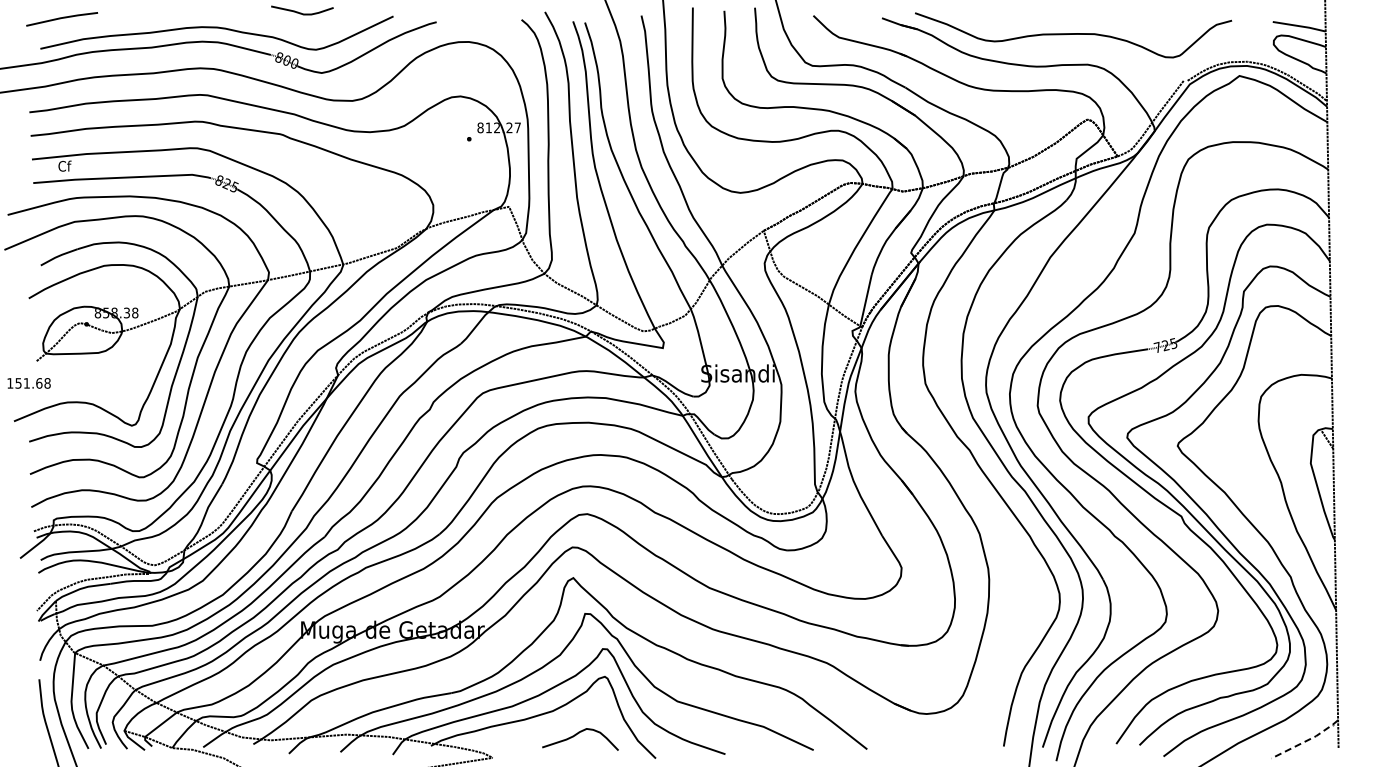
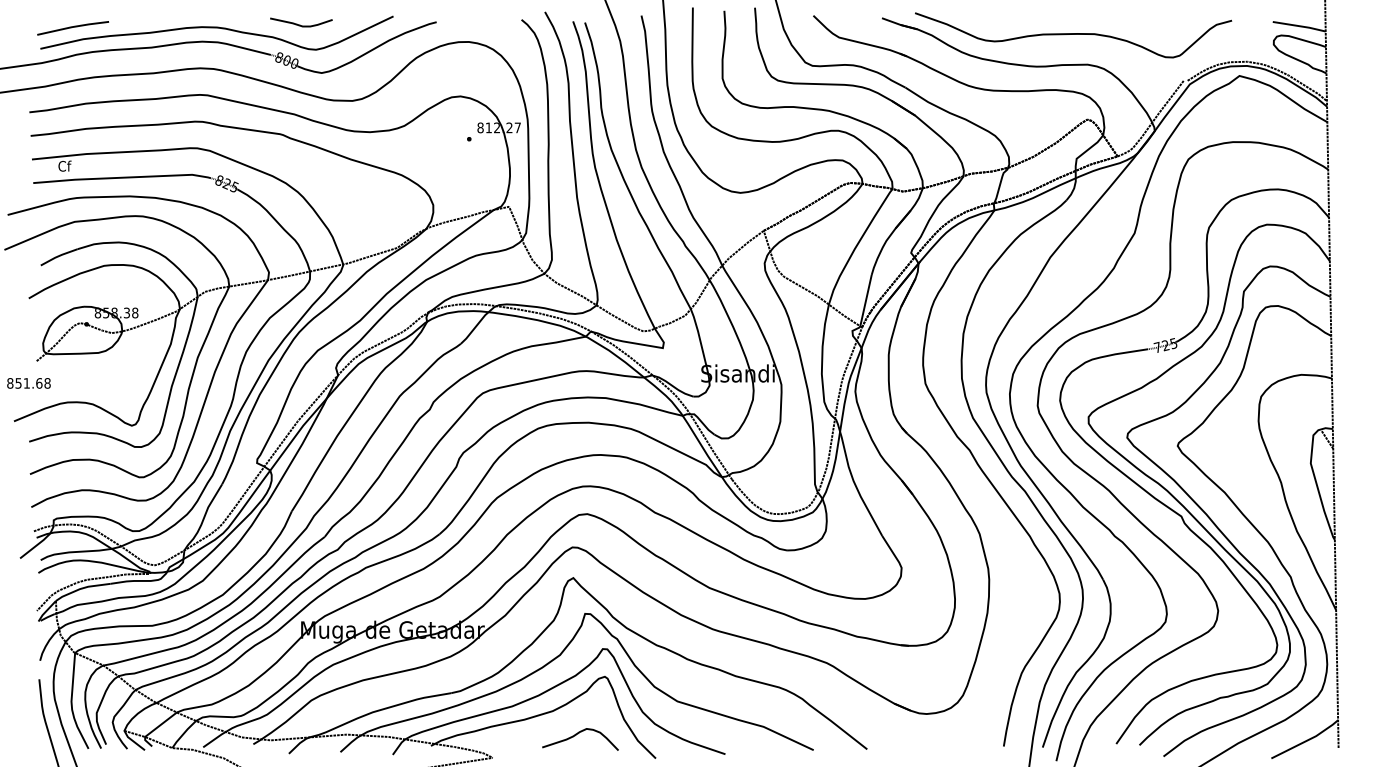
curve at (301, 12) position: (301, 12) -> (300, 24)
line at (62, 18) position: (62, 18) -> (73, 27)
text at (10, 383): 151.68 -> 851.68
line at (1306, 740): dashed -> solid
